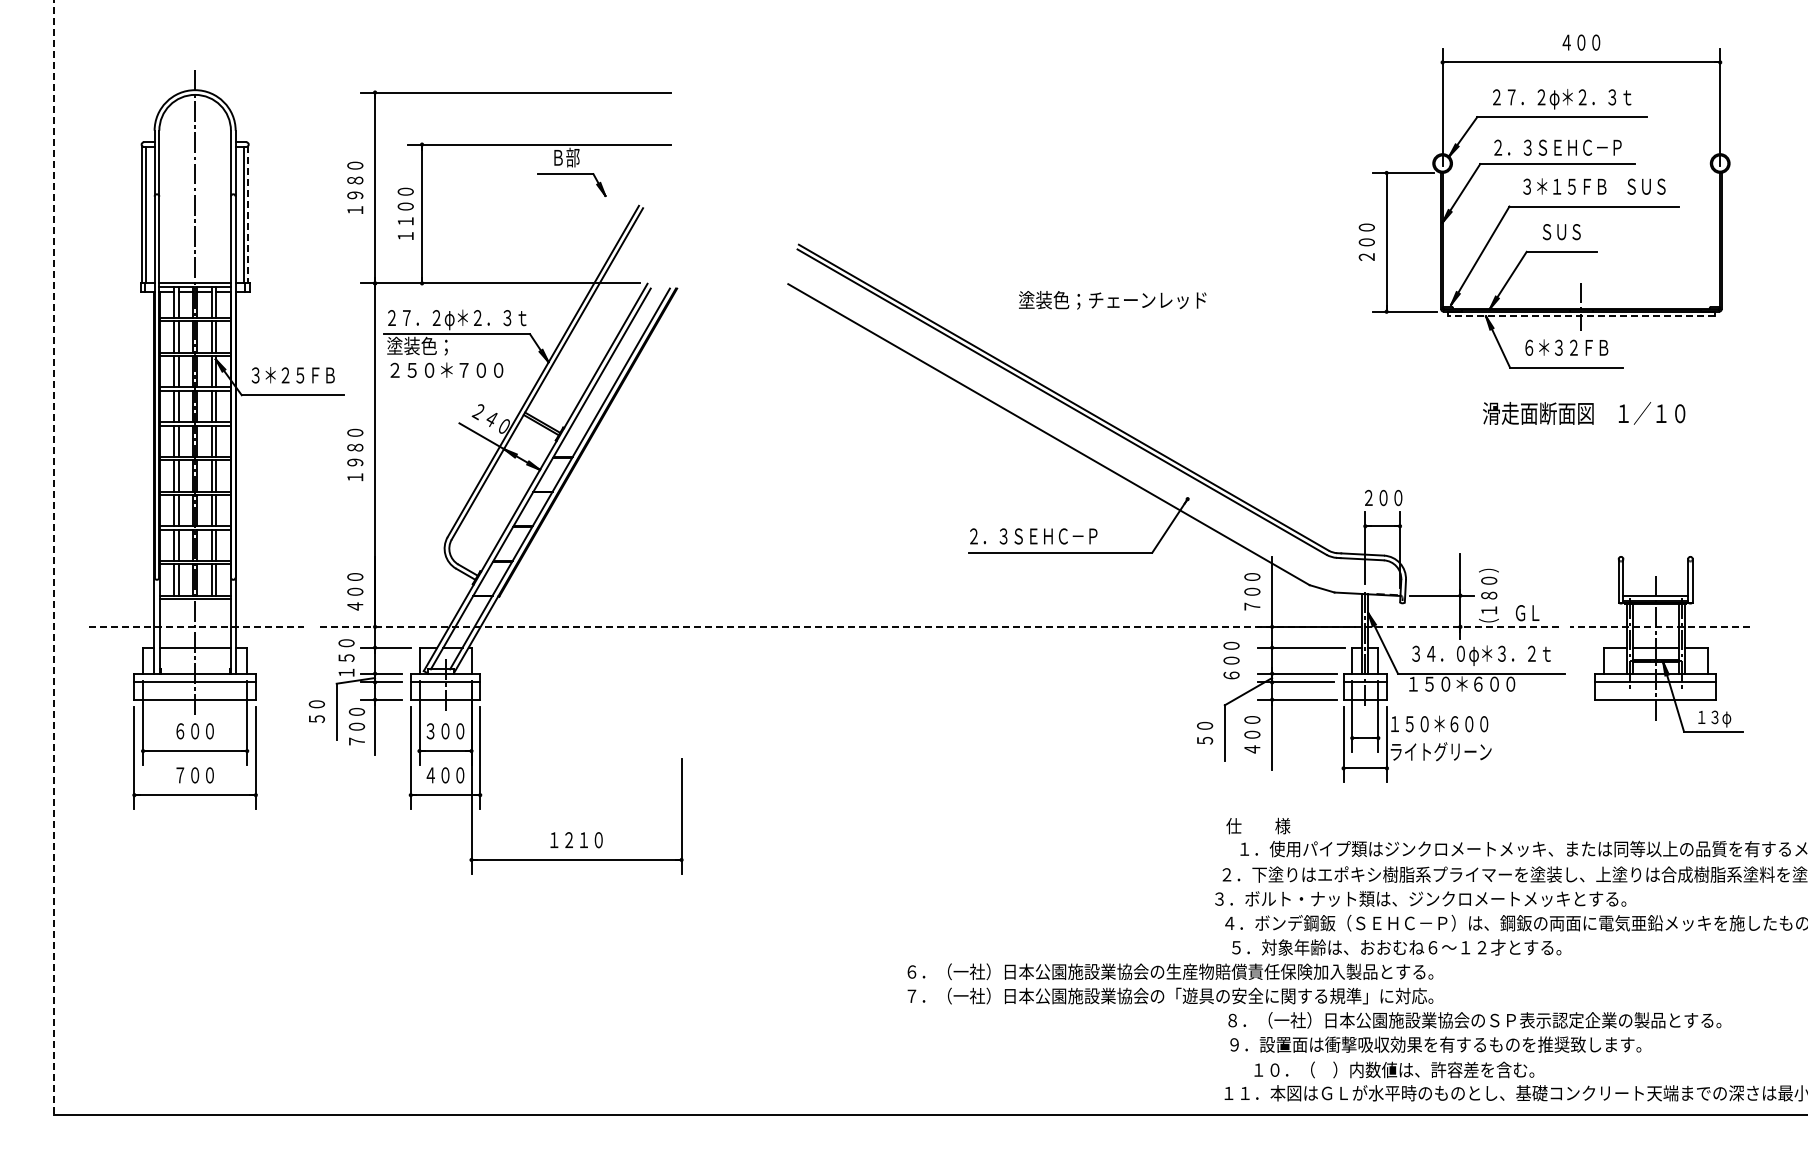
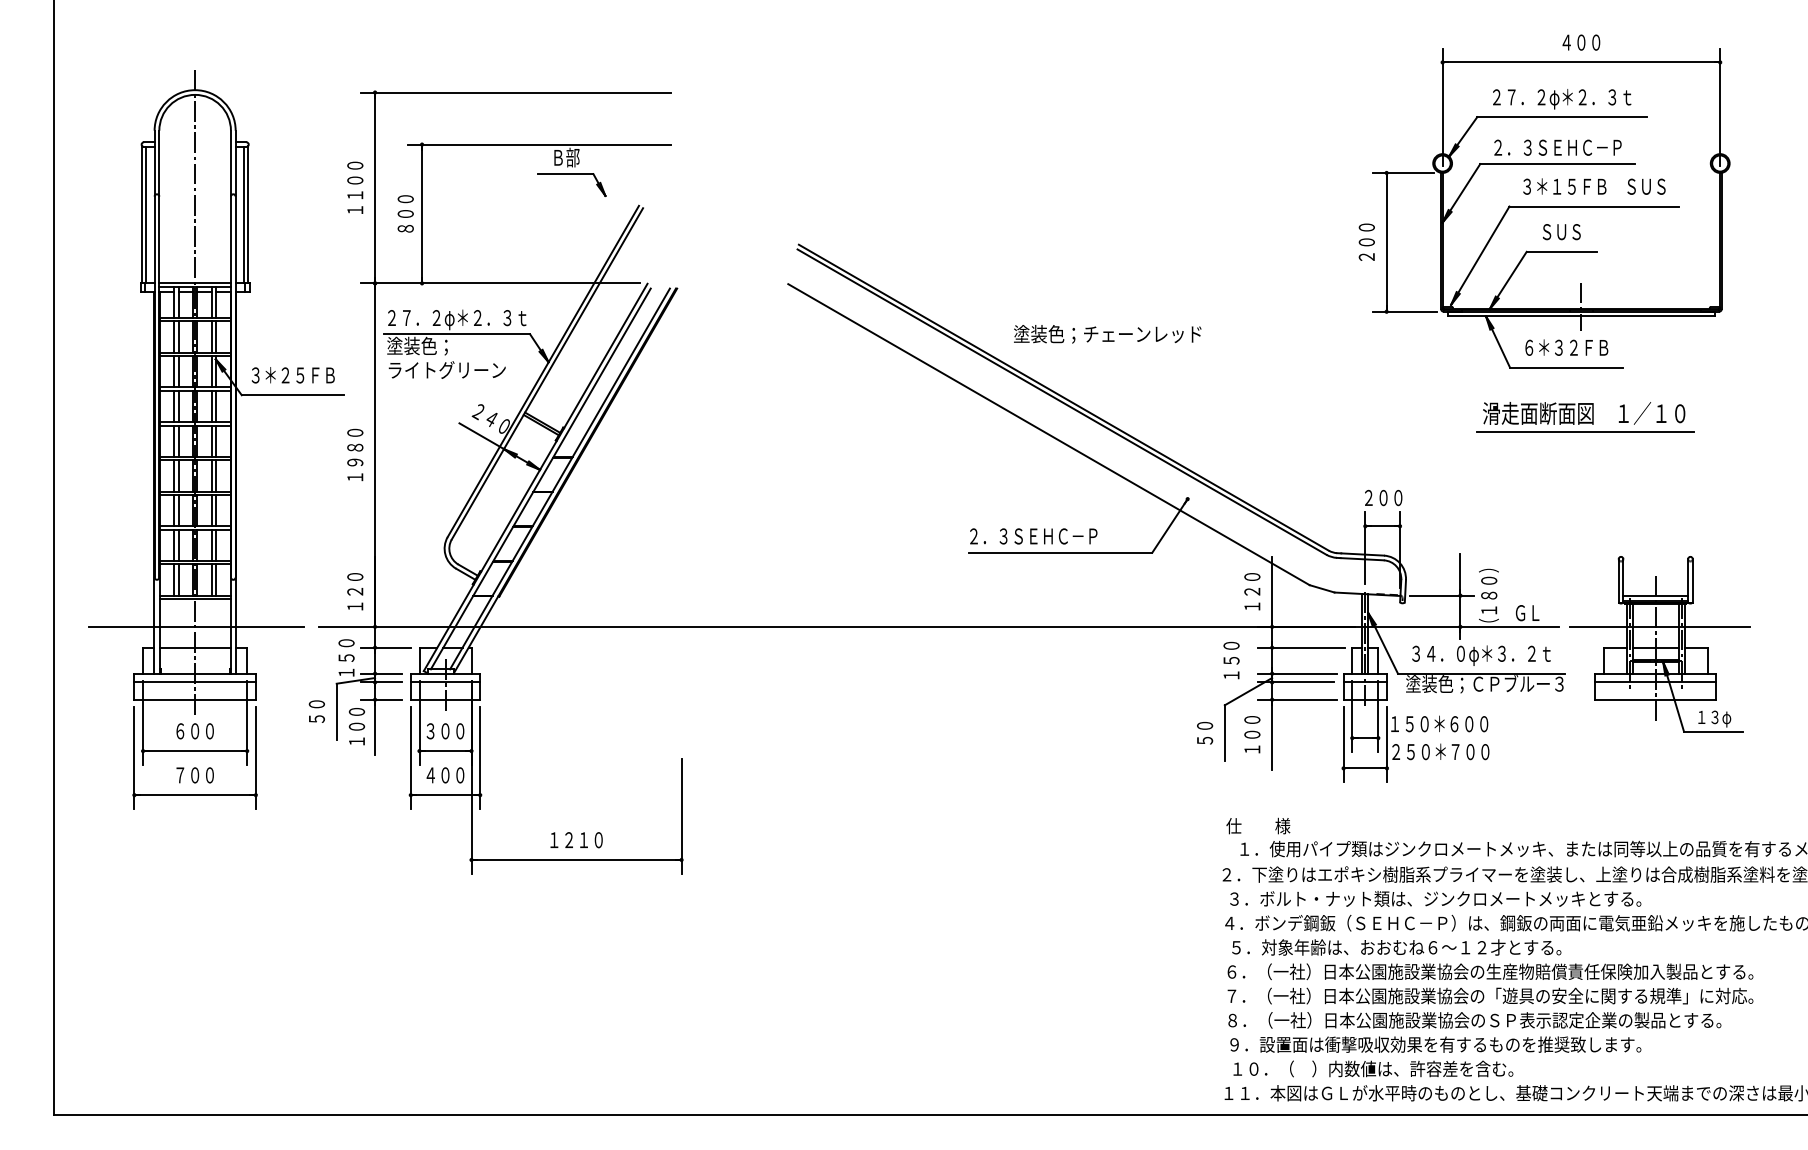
text at (355, 187): １９８０ -> １１００
text at (405, 213): １１００ -> ８００
line at (248, 214): dashed -> solid
text at (1112, 300) position: (1112, 300) -> (1107, 334)
line at (1581, 316): dashed -> solid
text at (446, 369): ２５０＊７００ -> ライトグリーン
line at (1585, 432): none -> present
line at (54, 558): dashed -> solid
text at (355, 598): ４００ -> １２０
text at (1252, 598): ７００ -> １２０
line at (197, 626): dashed -> solid
line at (938, 626): dashed -> solid
line at (1659, 626): dashed -> solid
text at (1231, 667): ６００ -> １５０
text at (1484, 684): １５０＊６００ -> 塗装色；ＣＰブルー３
text at (356, 741): ７００ -> １００
text at (1252, 749): ４００ -> １００
text at (1440, 751): ライトグリーン -> ２５０＊７００
text at (1420, 898) position: (1420, 898) -> (1435, 898)
text at (1170, 983) position: (1170, 983) -> (1490, 983)
text at (1394, 1069) position: (1394, 1069) -> (1373, 1068)
